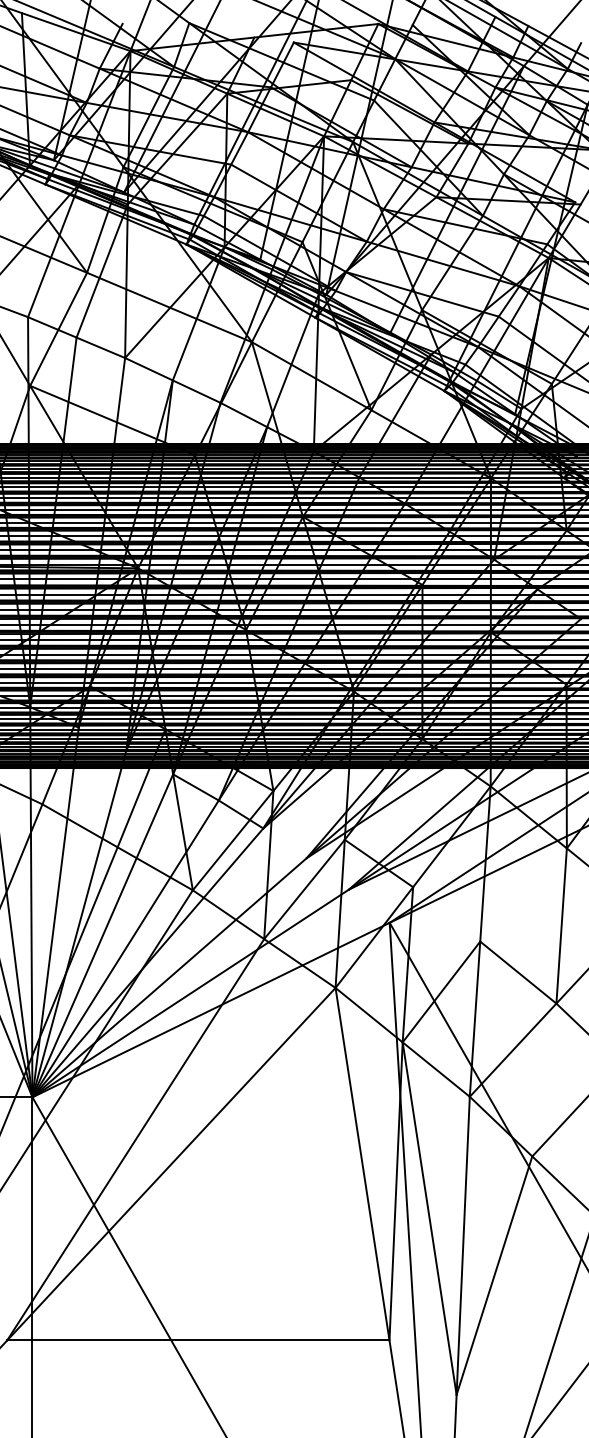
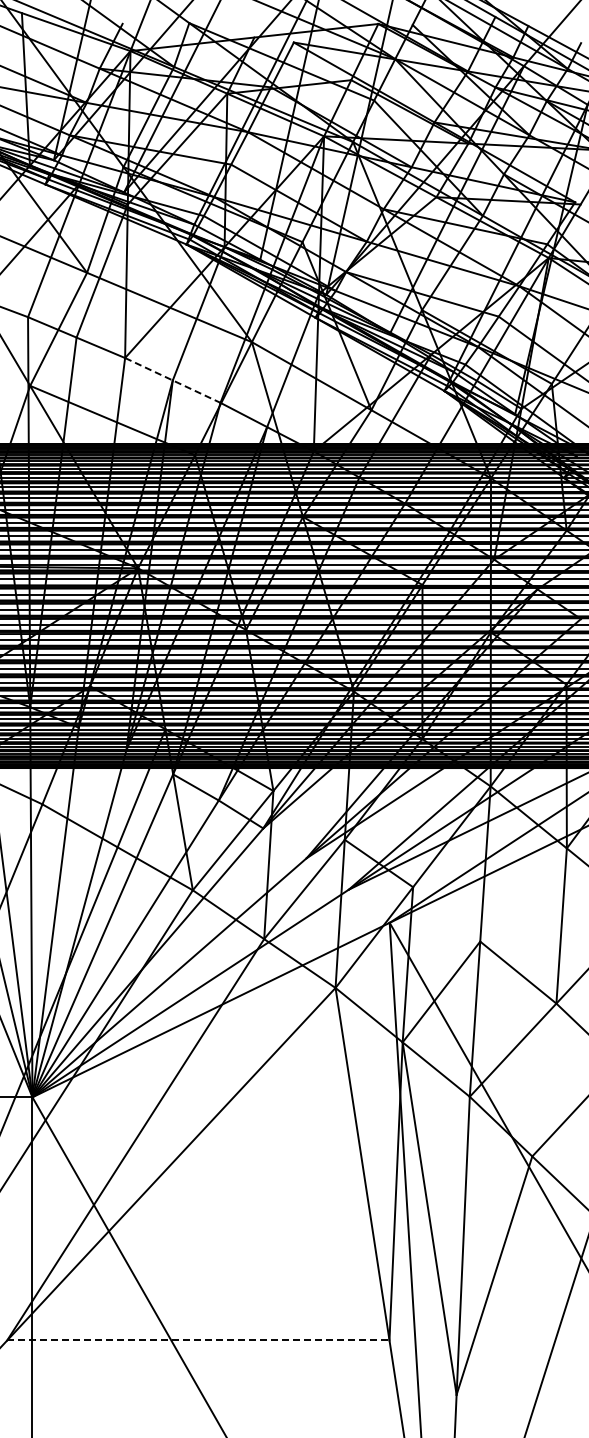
line at (172, 380): solid -> dashed
line at (198, 1340): solid -> dashed
line at (559, 1400): present -> none
